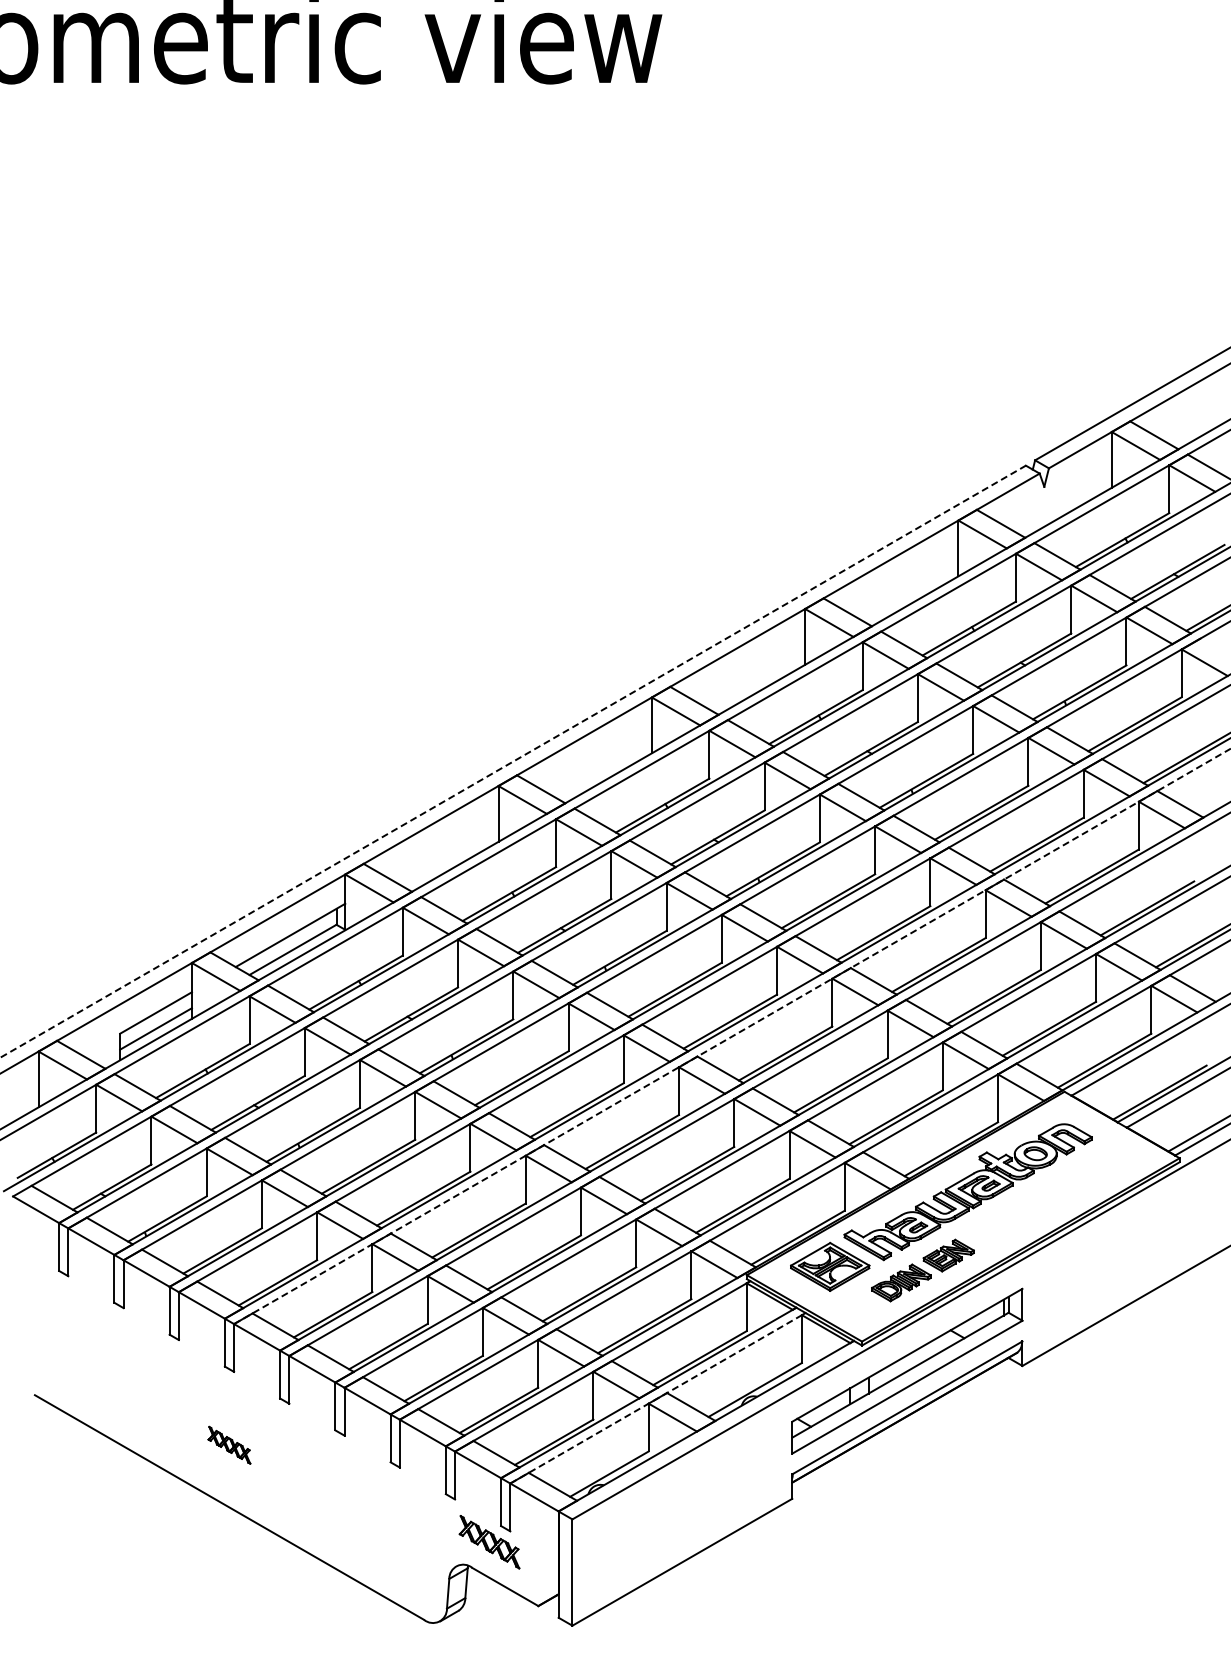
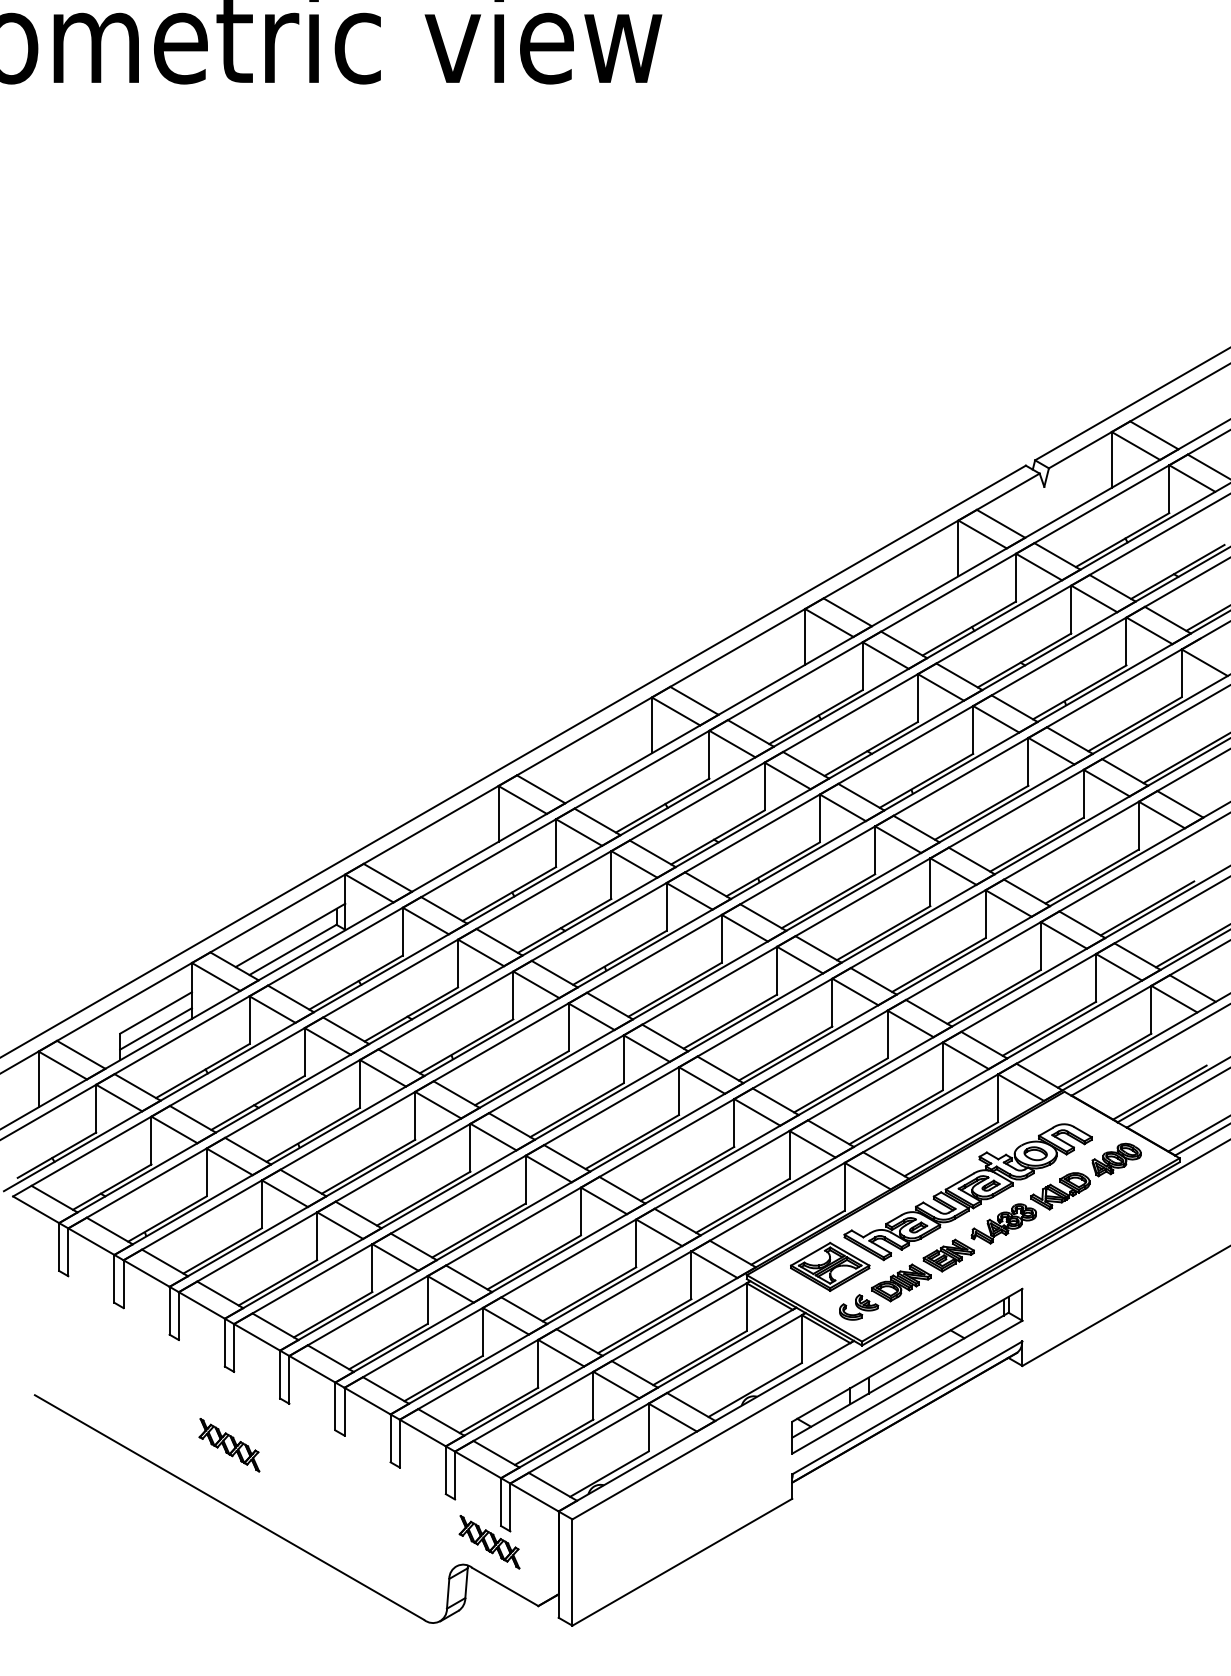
line at (513, 761): dashed -> solid
line at (732, 1036): dashed -> solid
part at (1055, 1193): none -> present
part at (859, 1307): none -> present
line at (657, 1398): dashed -> solid
part at (229, 1444) size: 45x40 px -> 63x55 px
